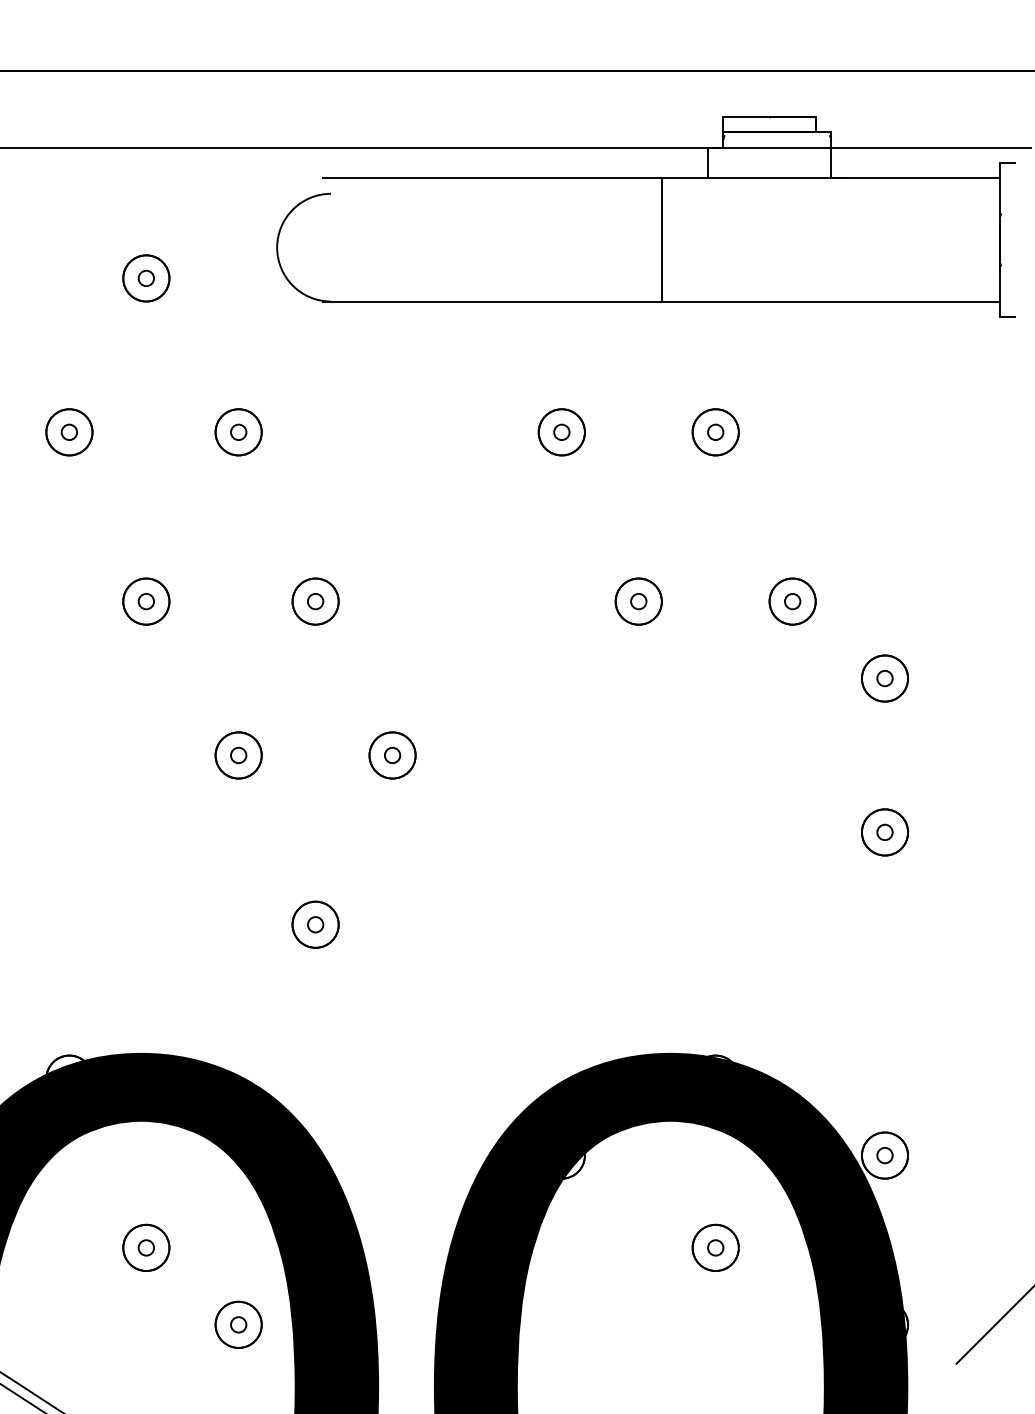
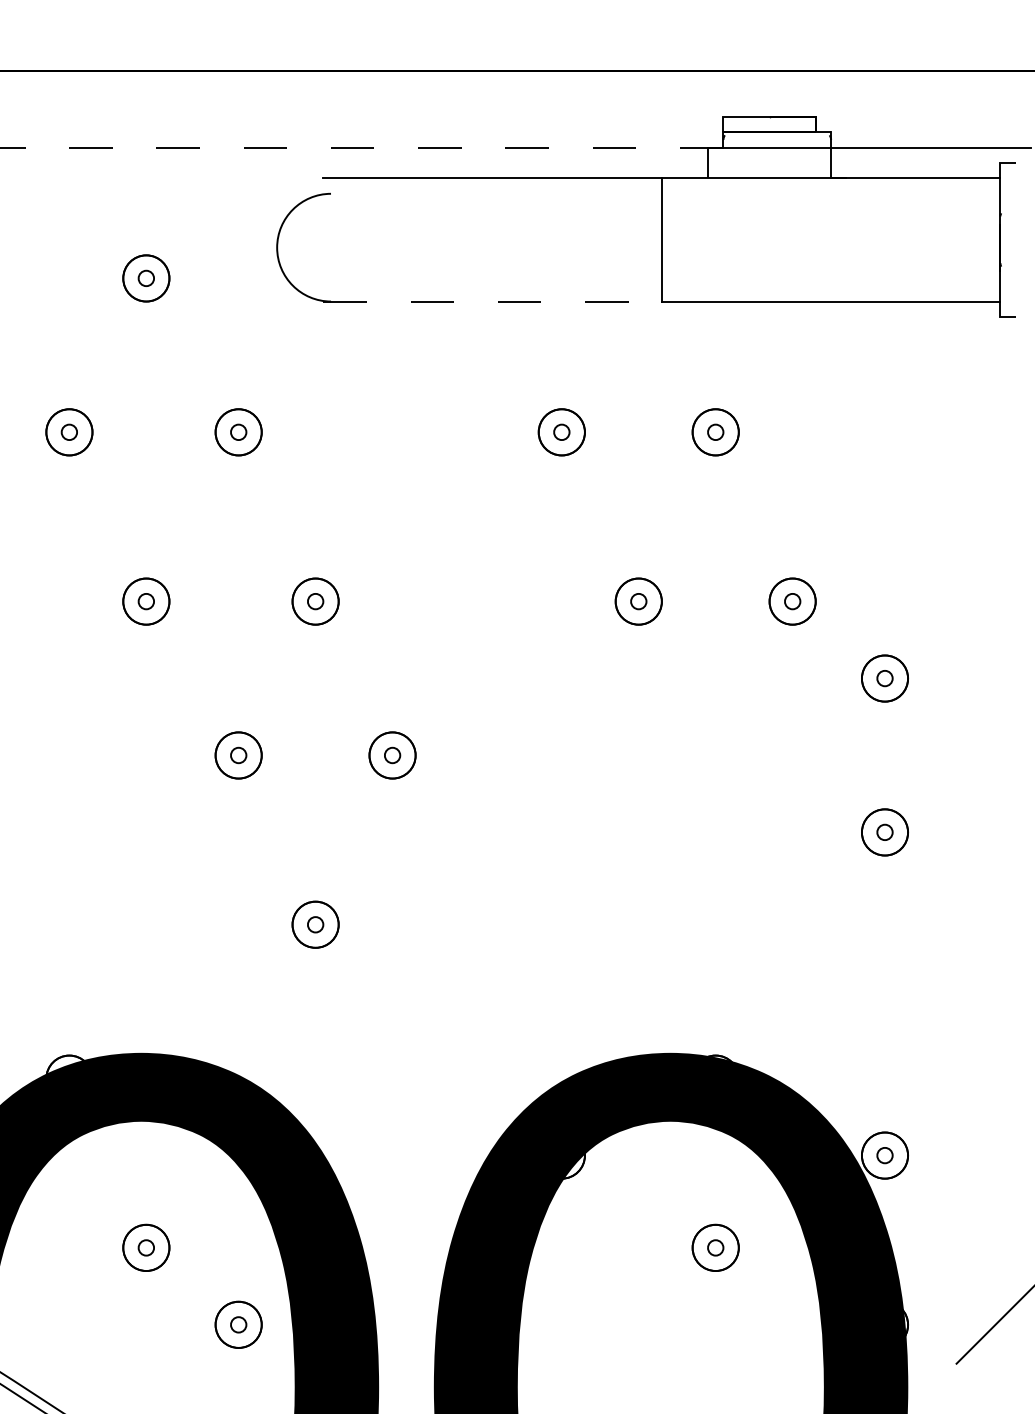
line at (361, 147): solid -> dashed
line at (493, 301): solid -> dashed
